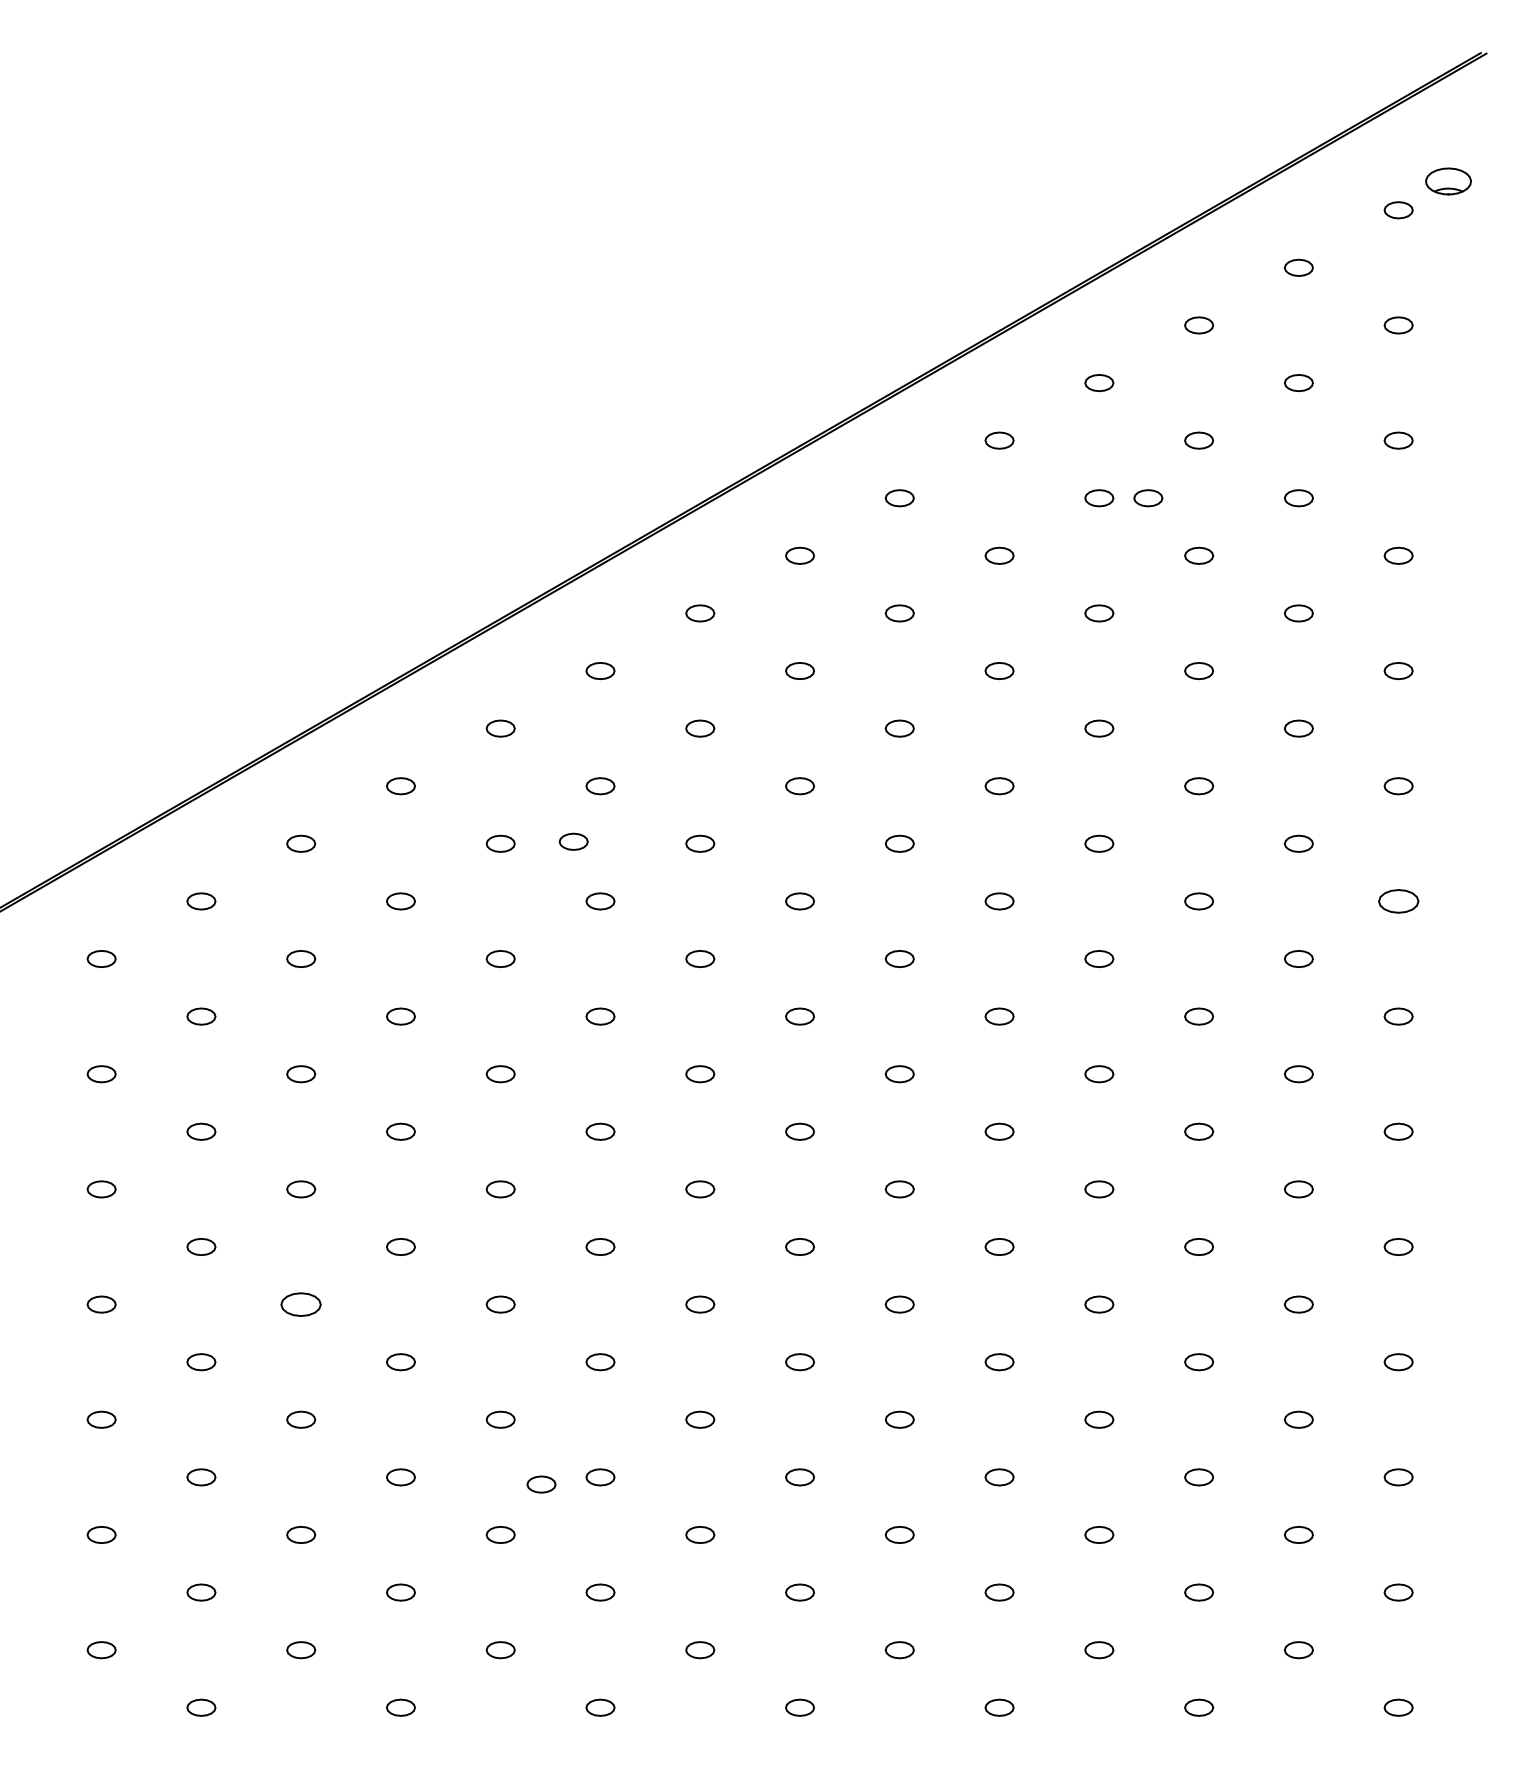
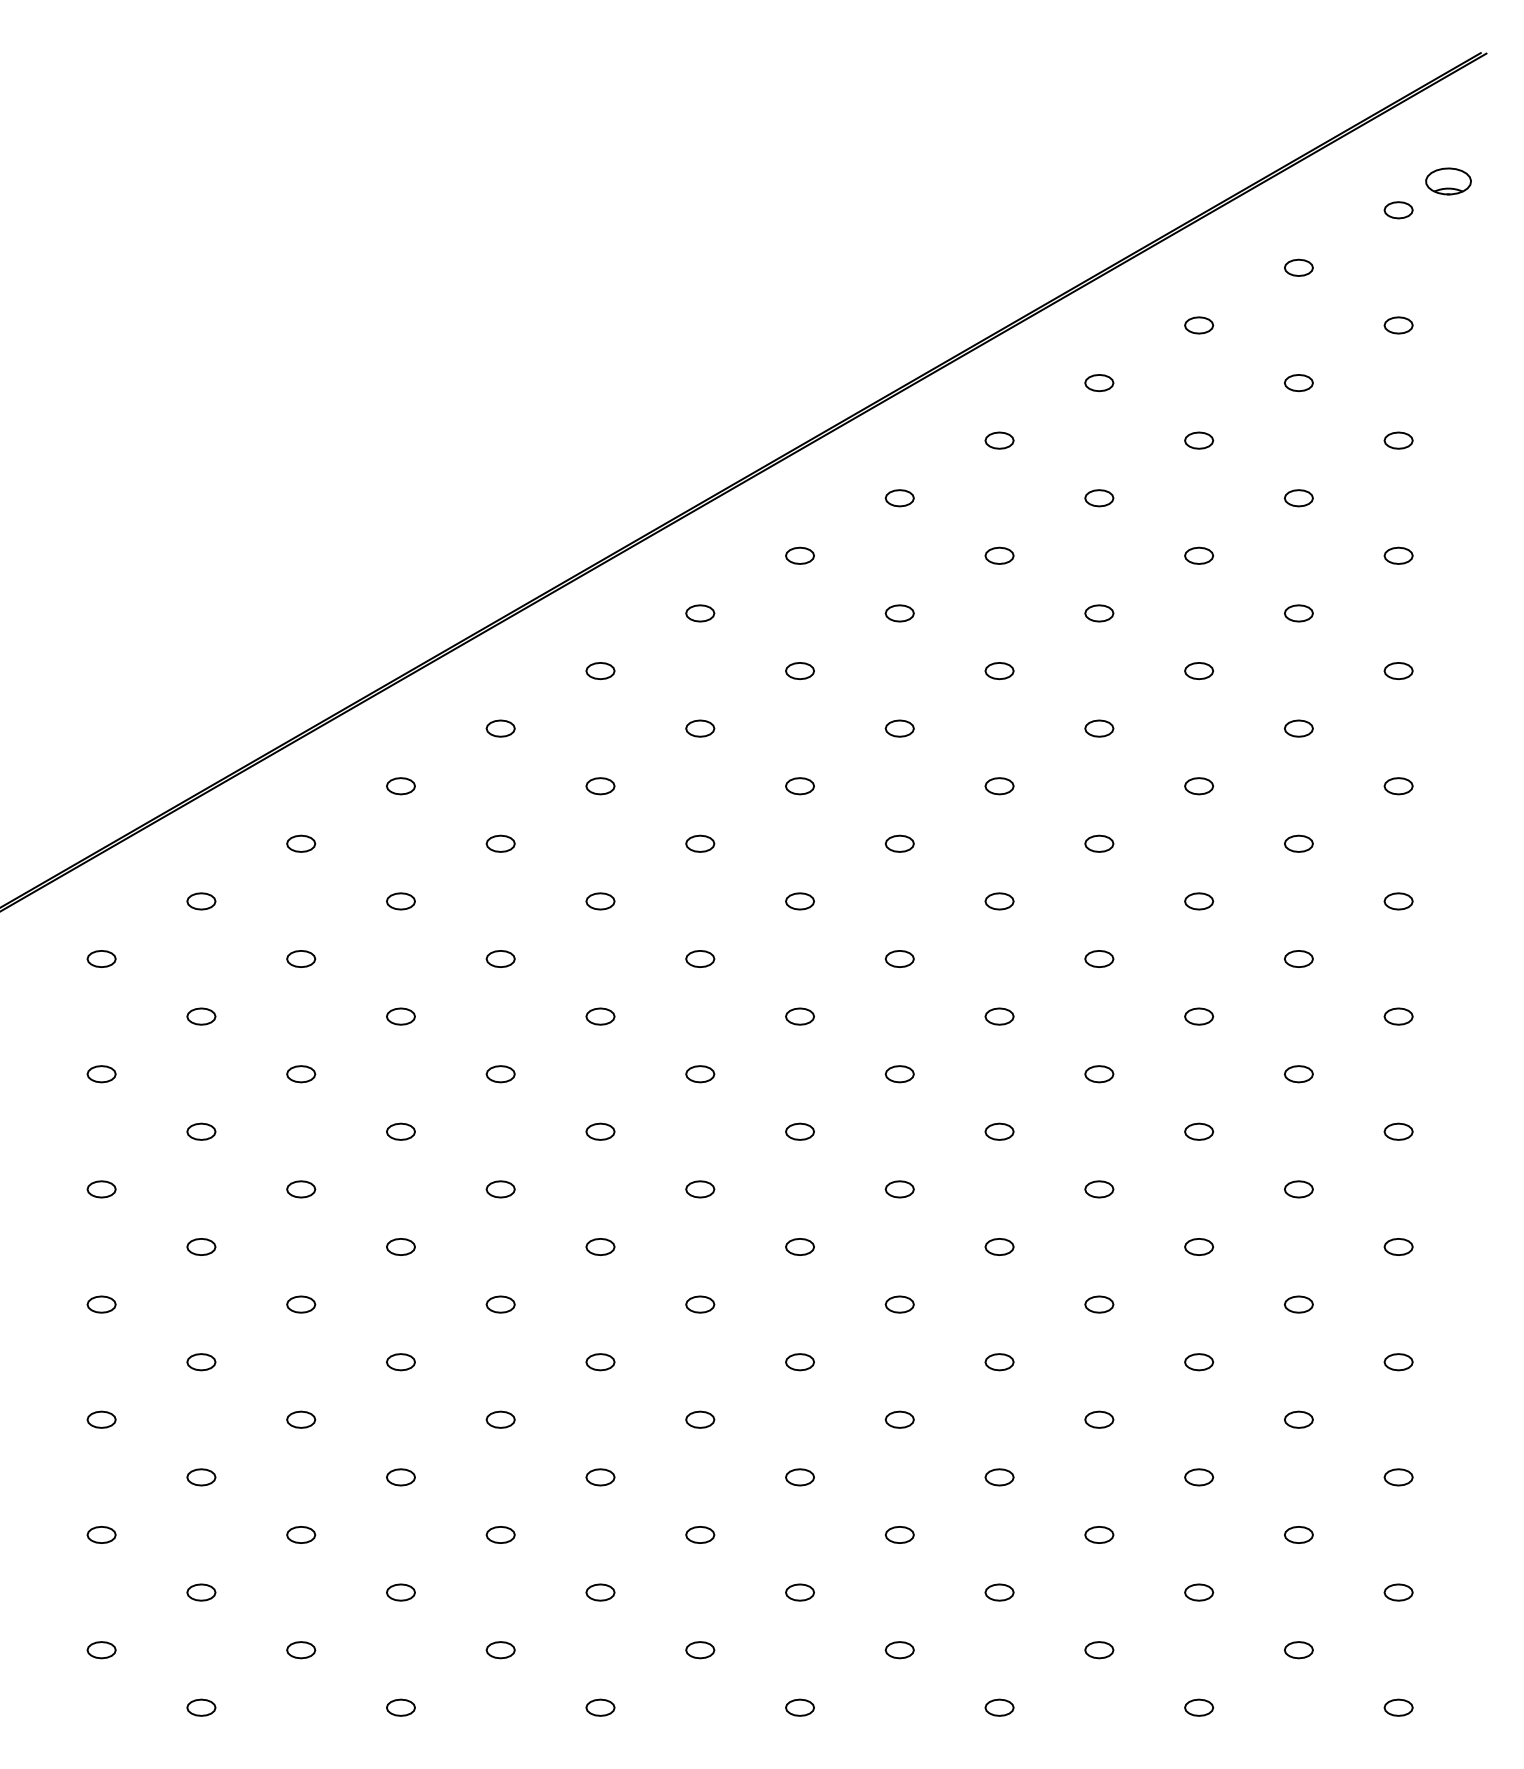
part at (1148, 498): present -> none
part at (573, 841): present -> none
part at (1398, 901) size: 42x25 px -> 31x19 px
part at (300, 1304) size: 42x25 px -> 31x19 px
part at (541, 1484): present -> none
